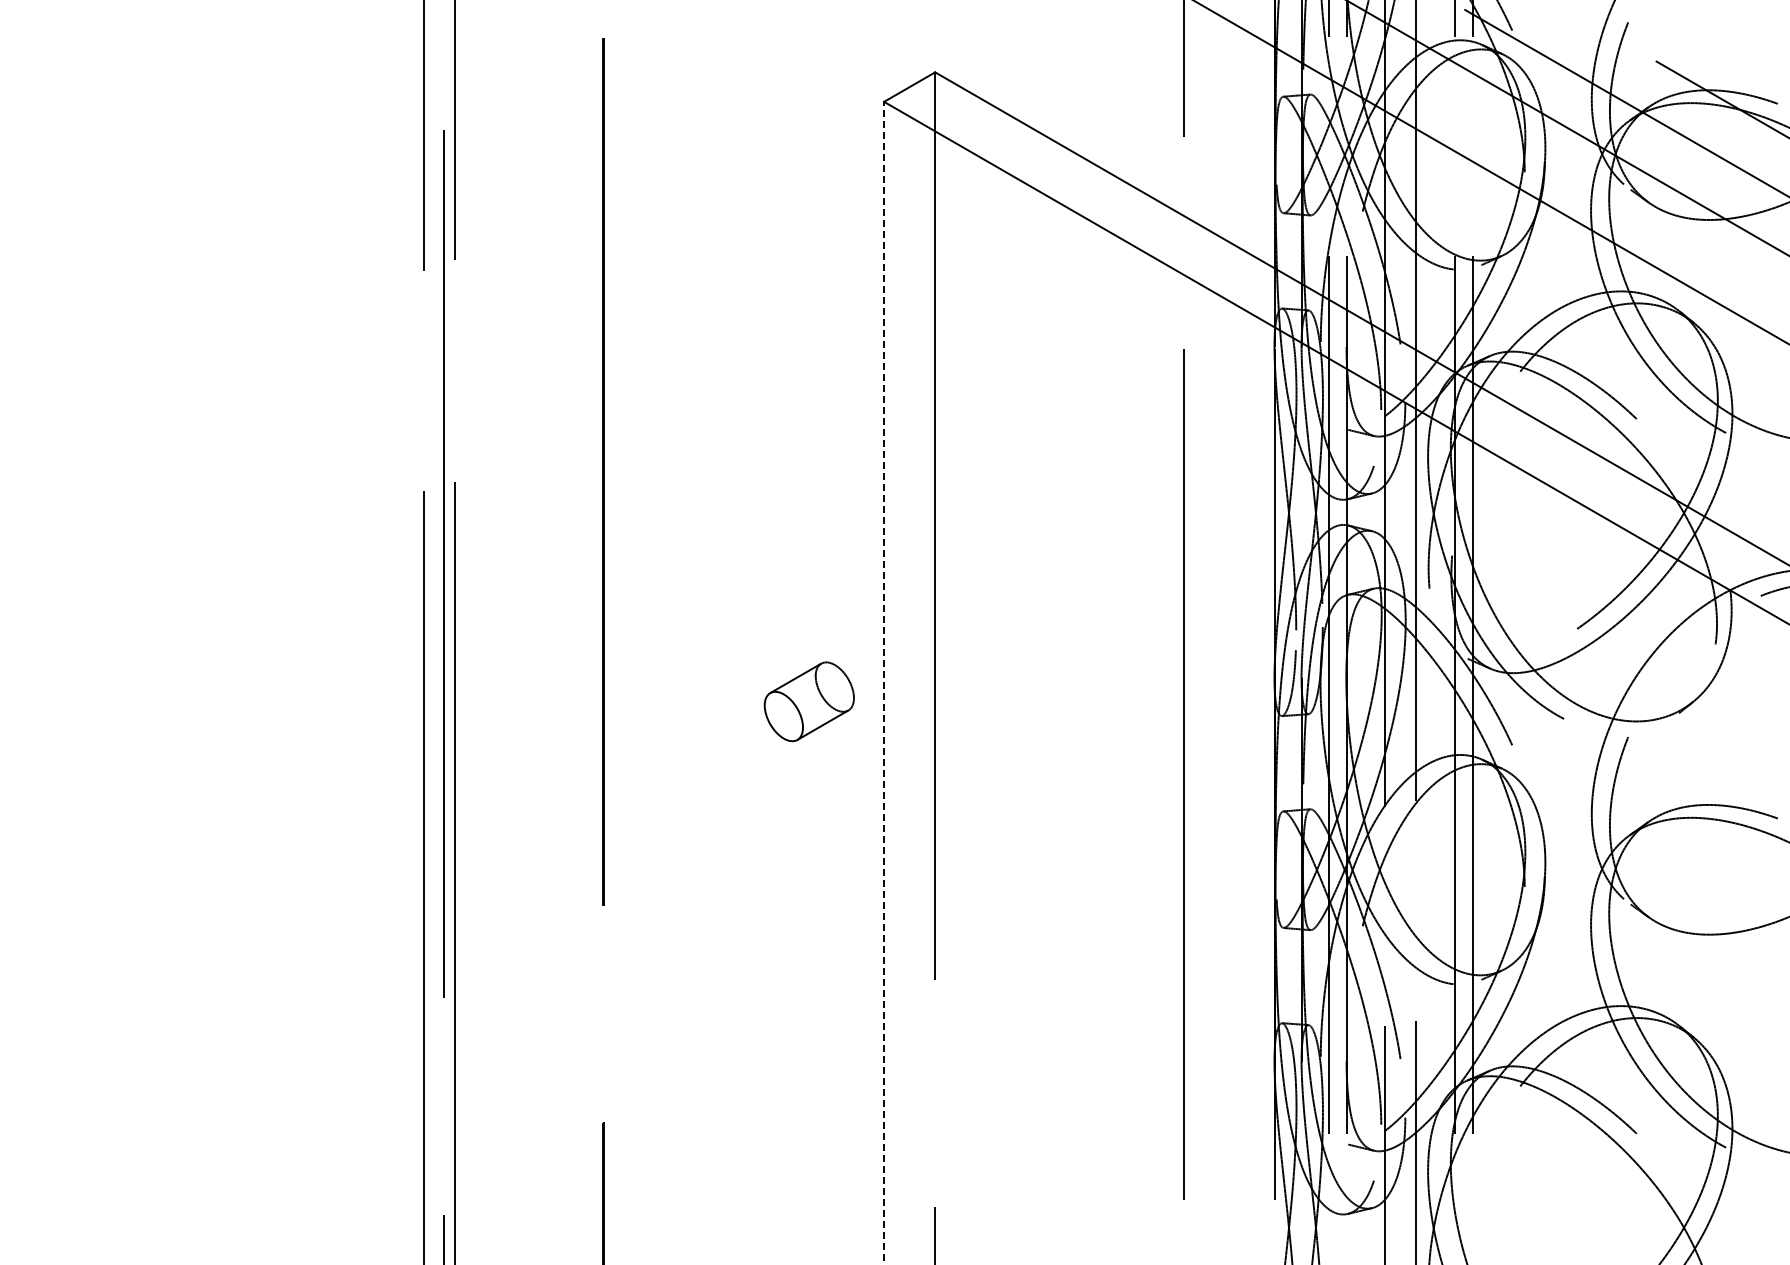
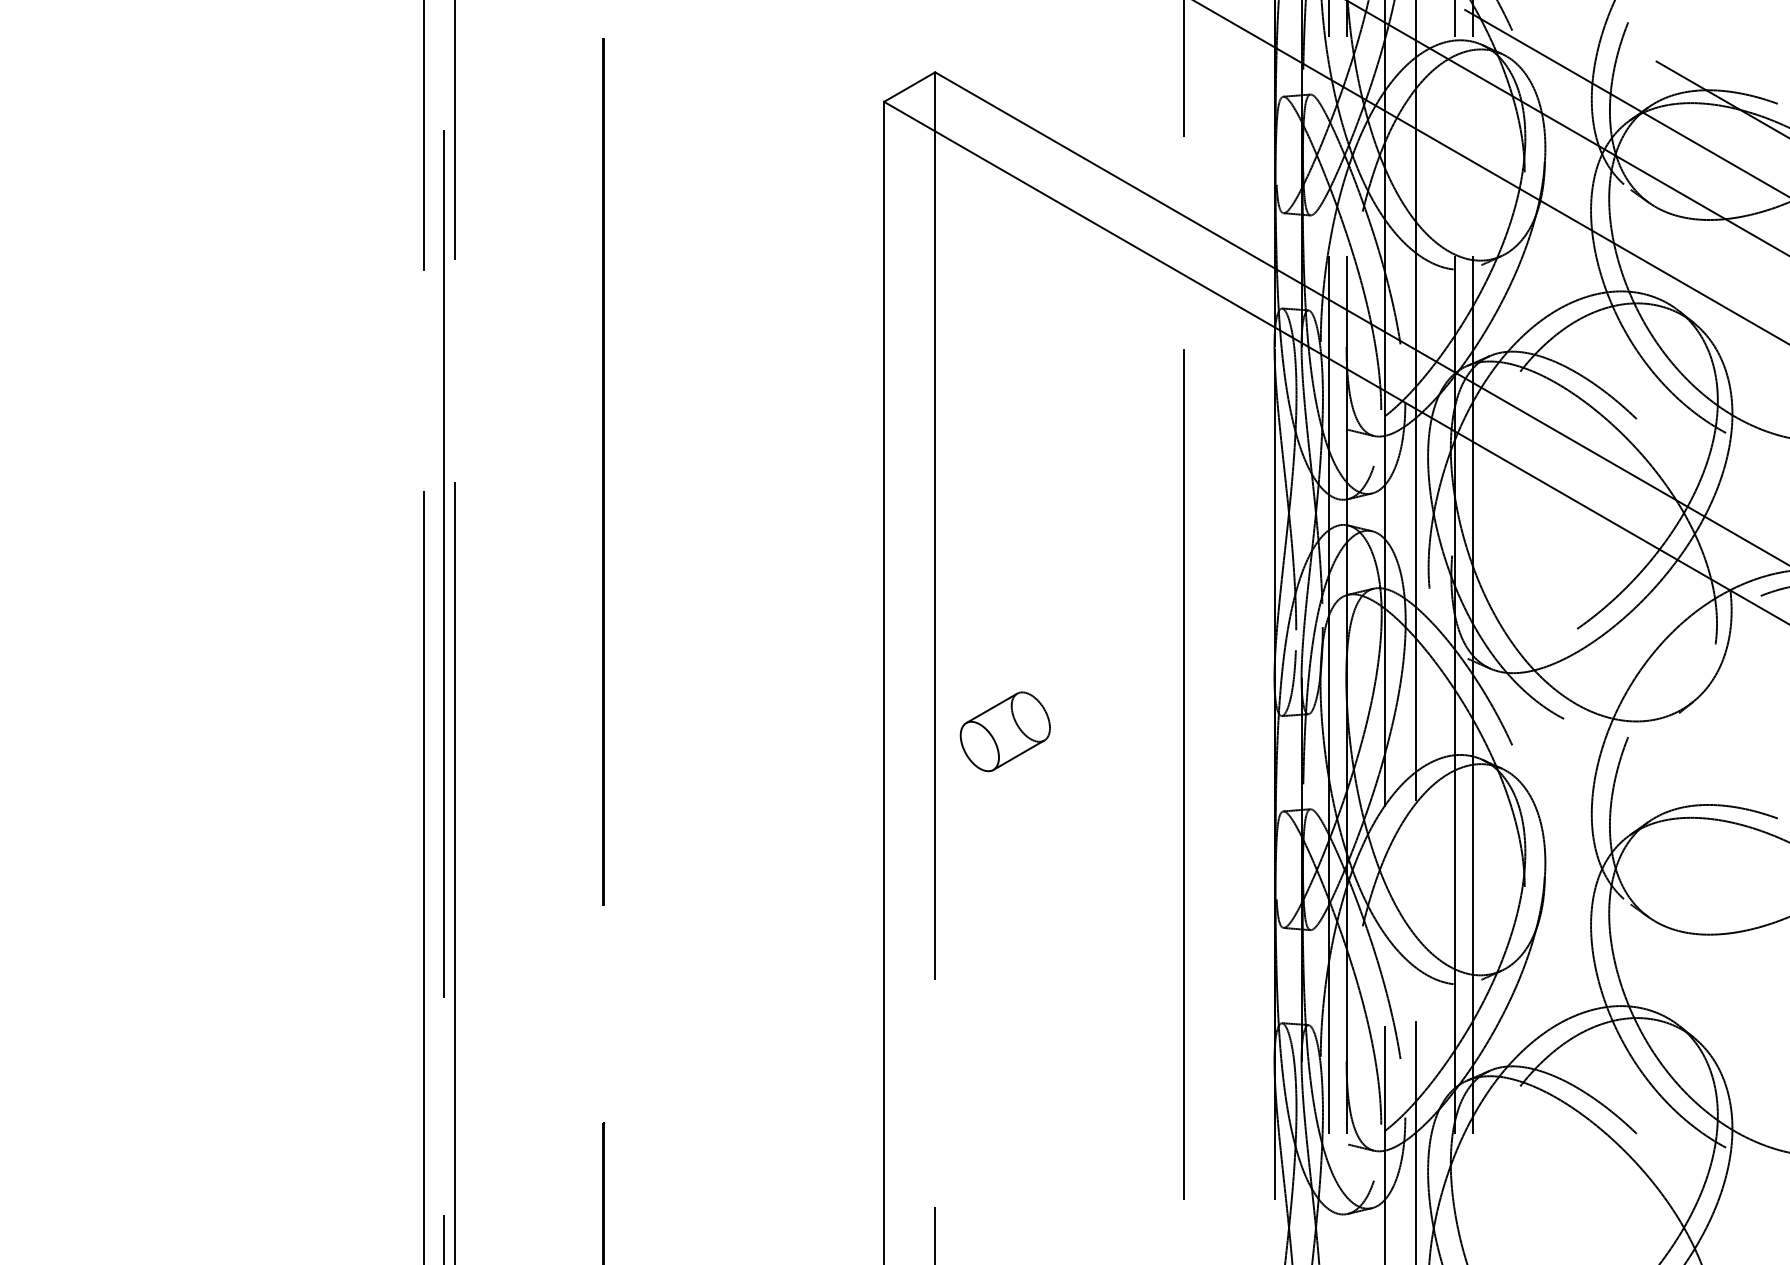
line at (884, 682): dashed -> solid
part at (808, 701) position: (808, 701) -> (1004, 731)
